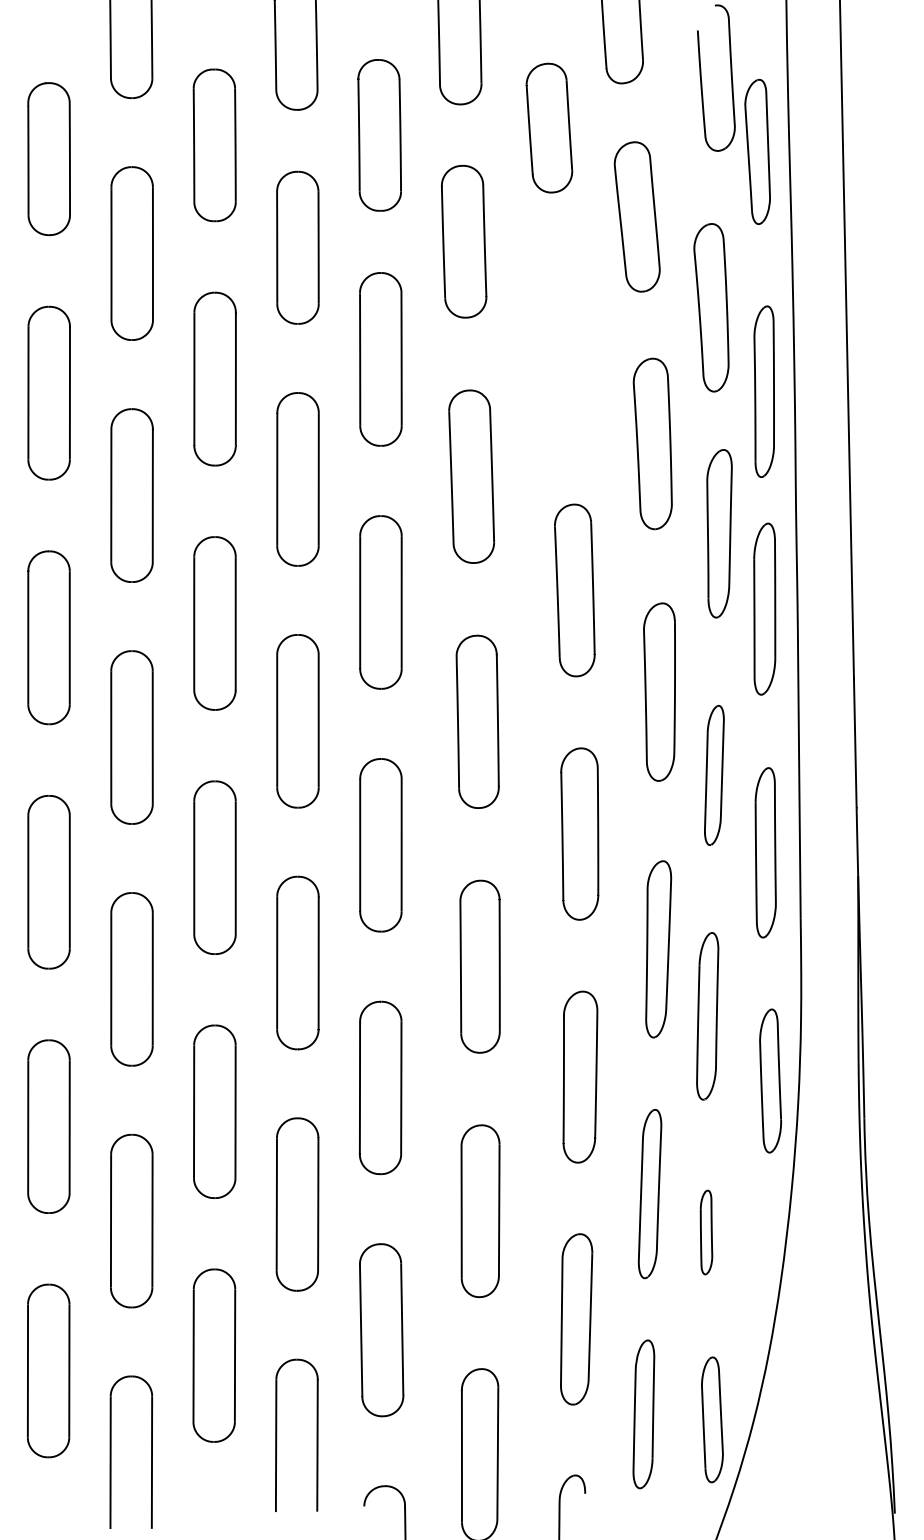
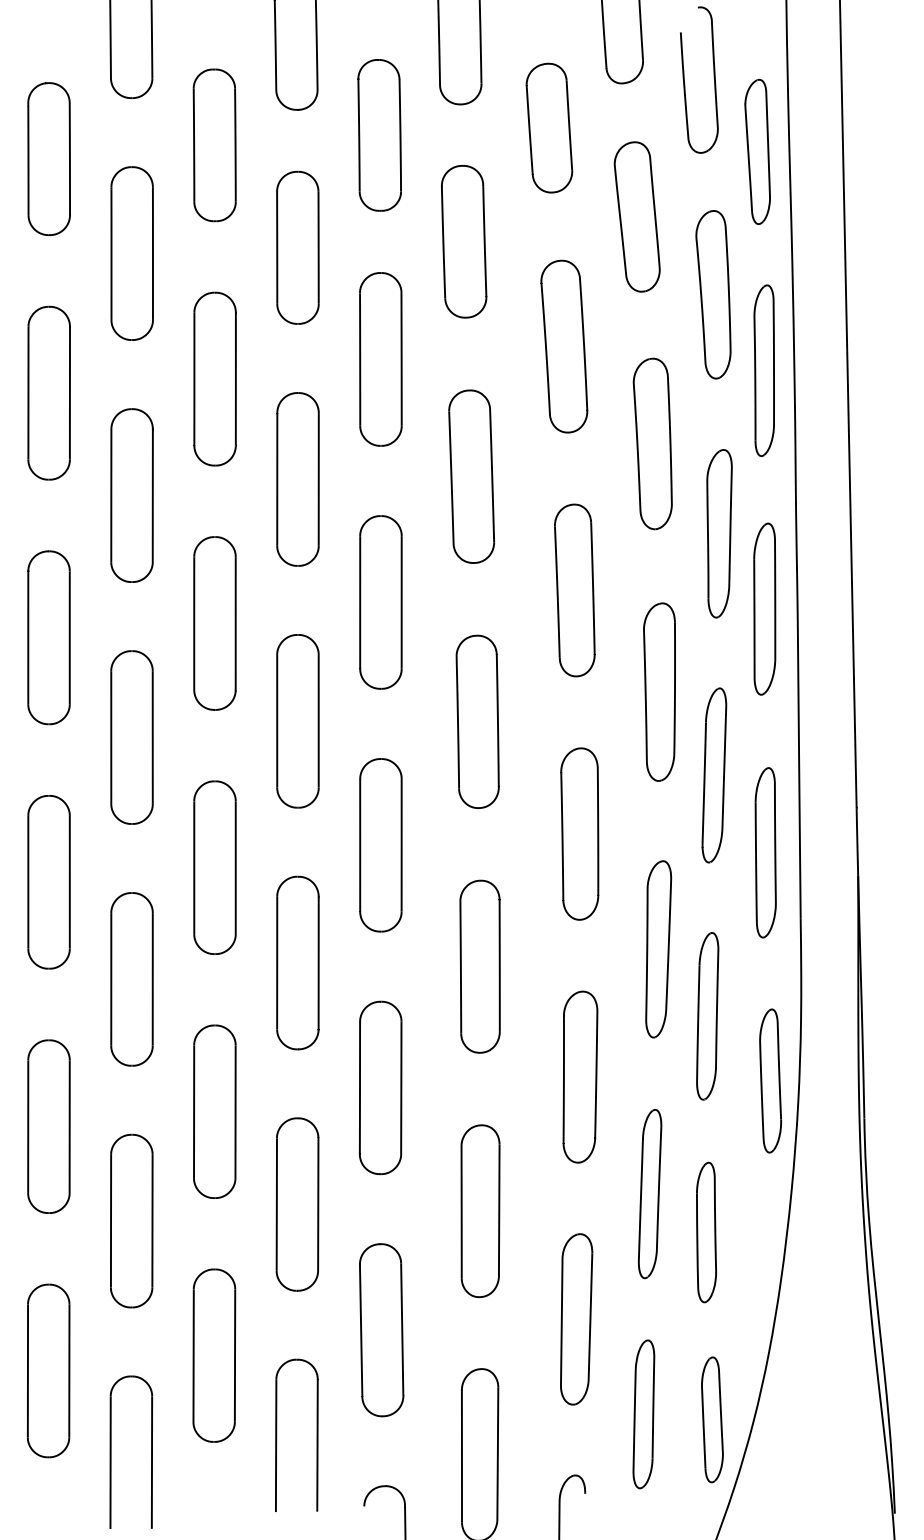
part at (730, 75) position: (730, 75) -> (713, 77)
part at (711, 307) position: (711, 307) -> (713, 294)
part at (564, 346): none -> present
part at (763, 391) position: (763, 391) -> (763, 370)
part at (714, 775) size: 21x141 px -> 27x177 px
part at (706, 1232) size: 15x87 px -> 21x143 px
